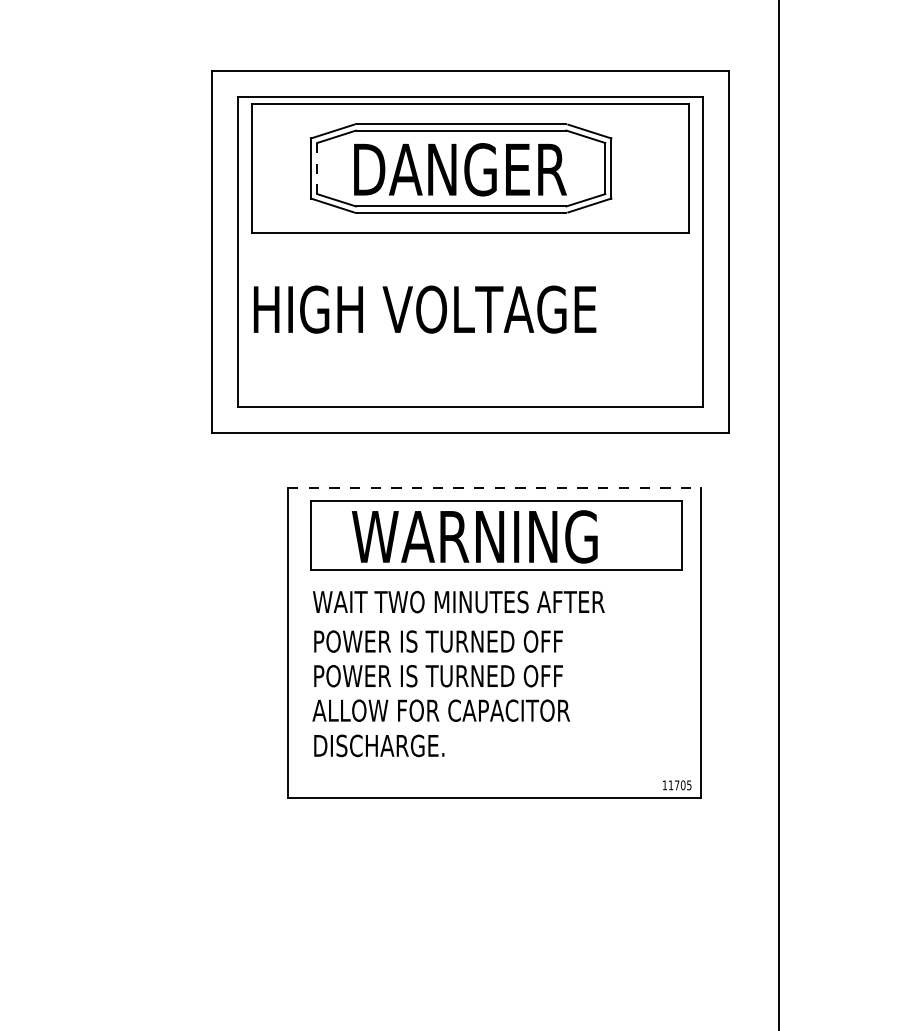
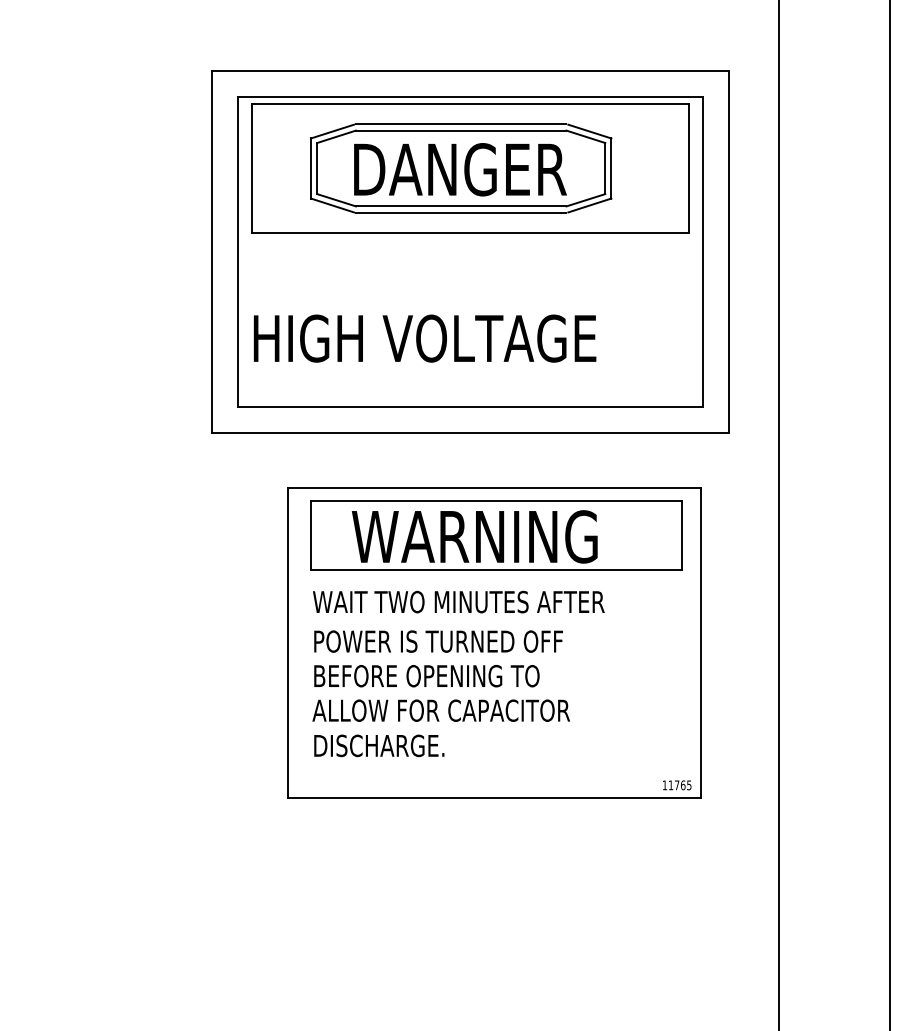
line at (317, 168): dashed -> solid
text at (424, 309) position: (424, 309) -> (424, 338)
line at (494, 487): dashed -> solid
line at (890, 514): none -> present
text at (439, 675): POWER IS TURNED OFF -> BEFORE OPENING TO
text at (683, 784): 11705 -> 11765
